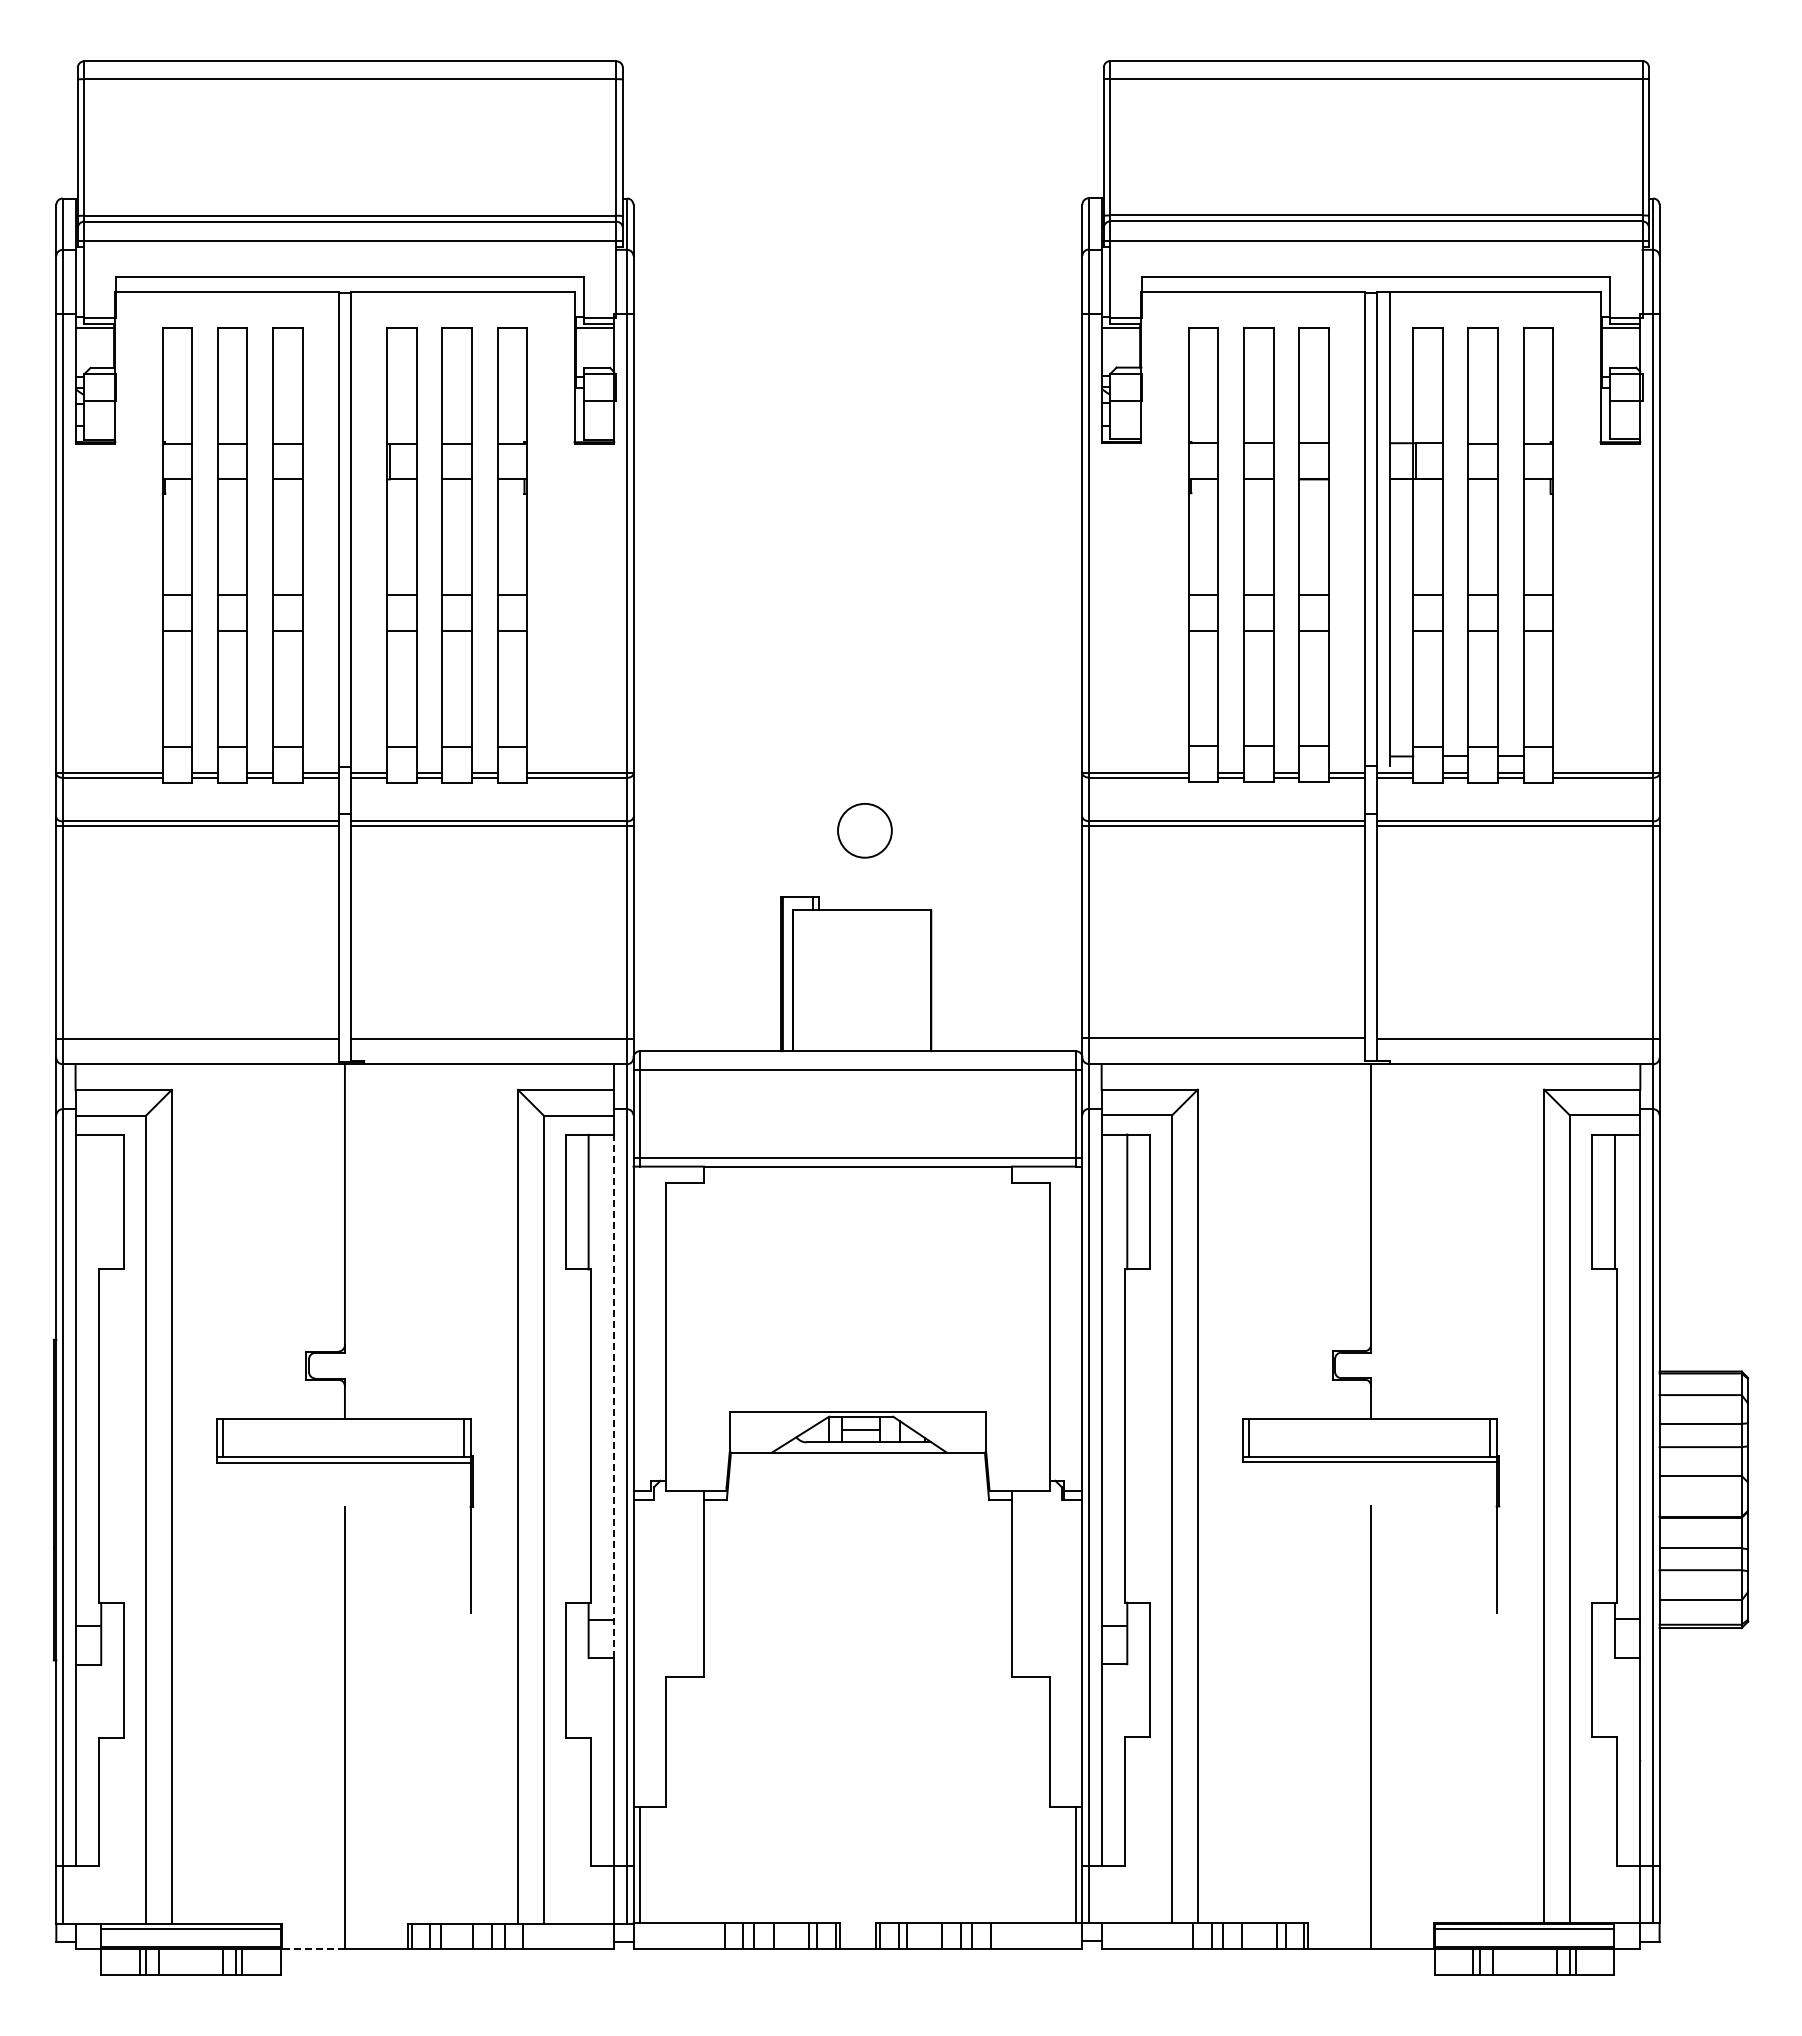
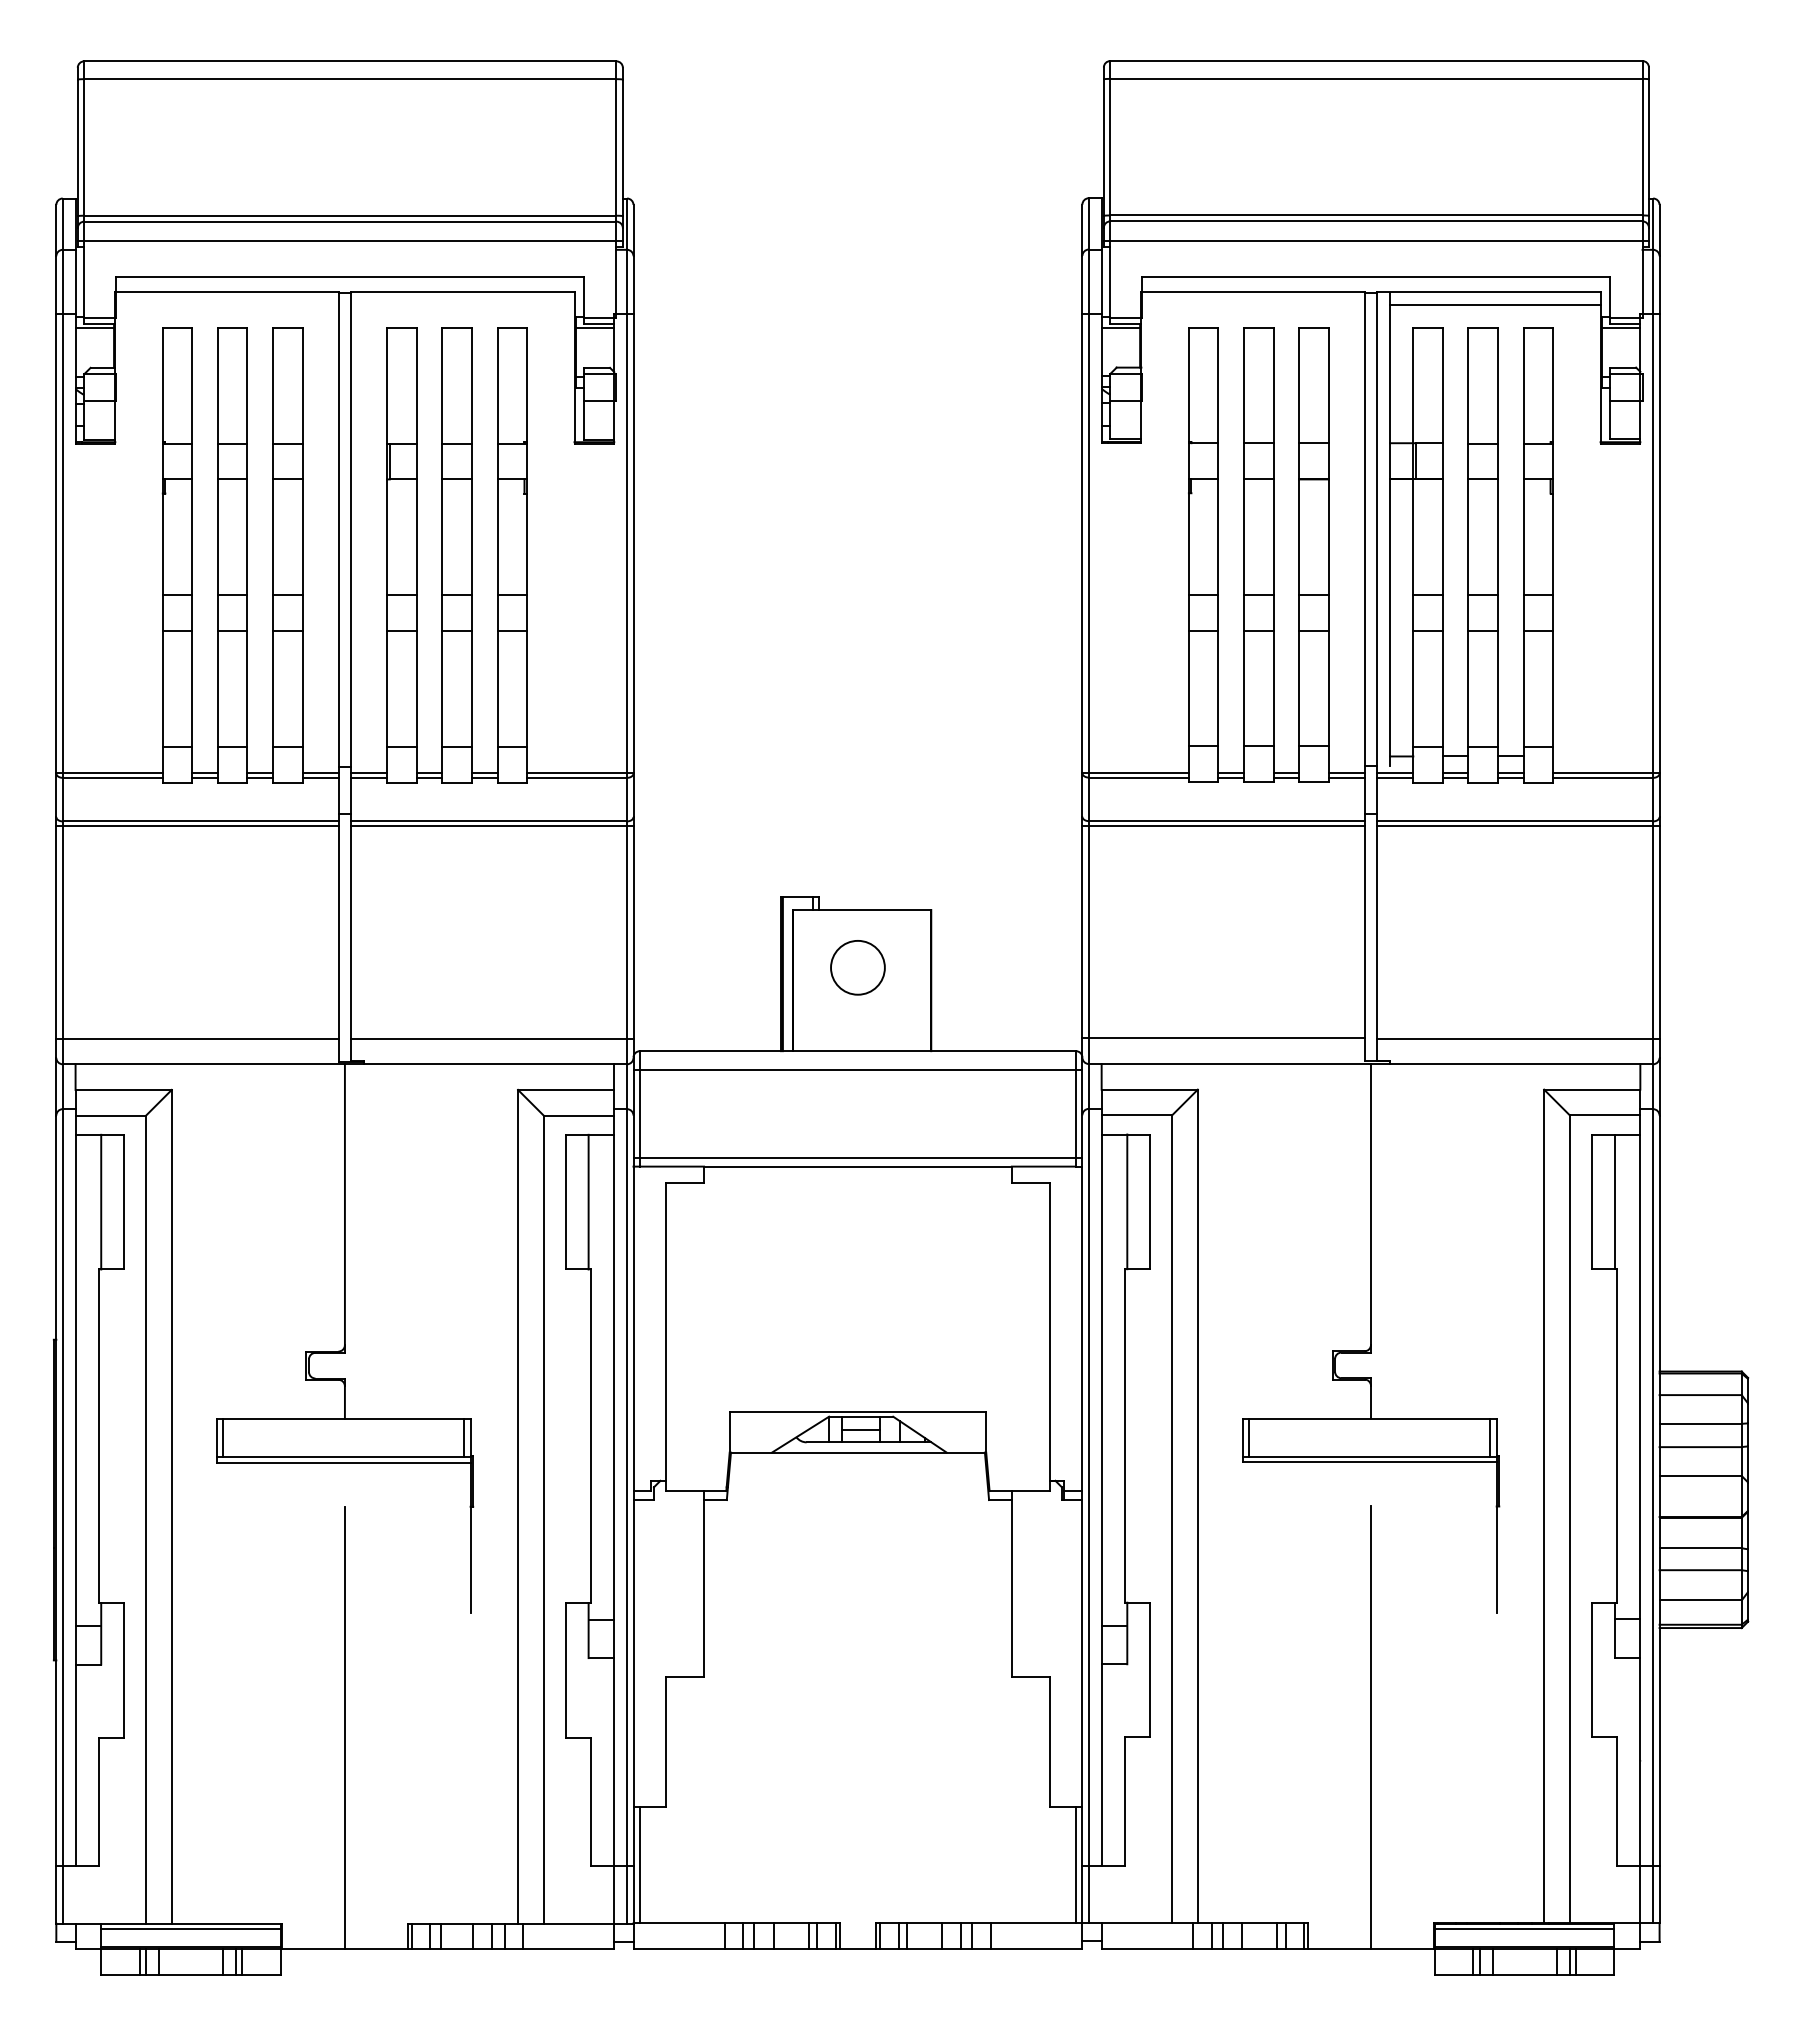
line at (1495, 304): none -> present
circle at (864, 830) position: (864, 830) -> (857, 967)
line at (101, 1201): none -> present
line at (614, 1396): dashed -> solid
line at (313, 1949): dashed -> solid
